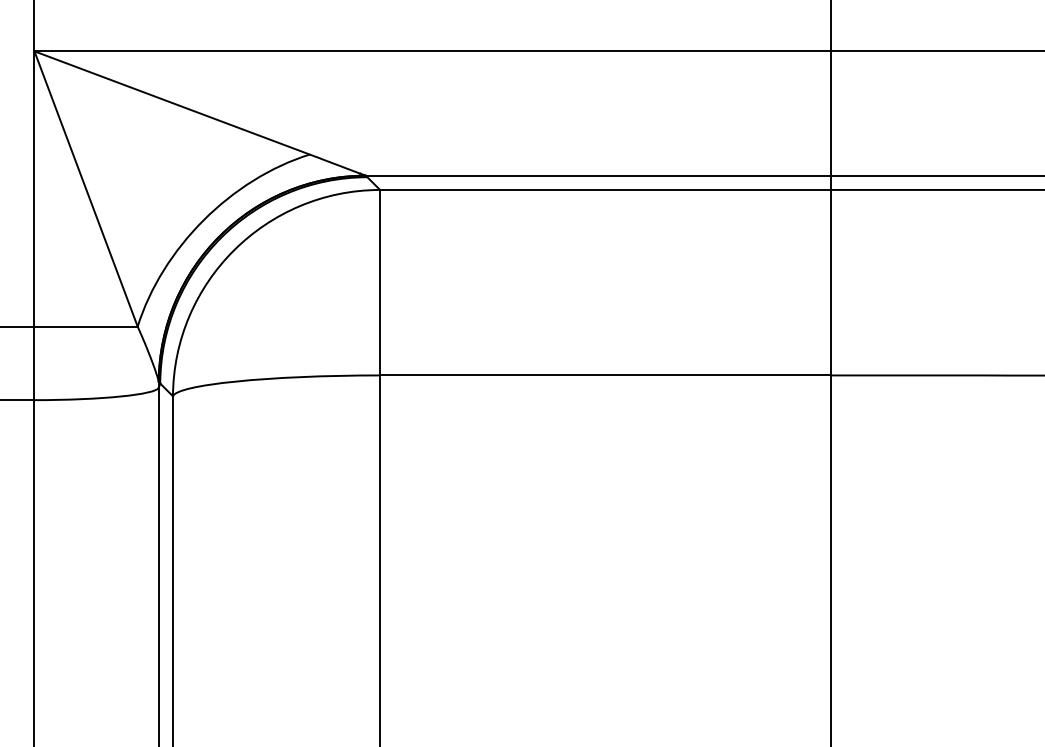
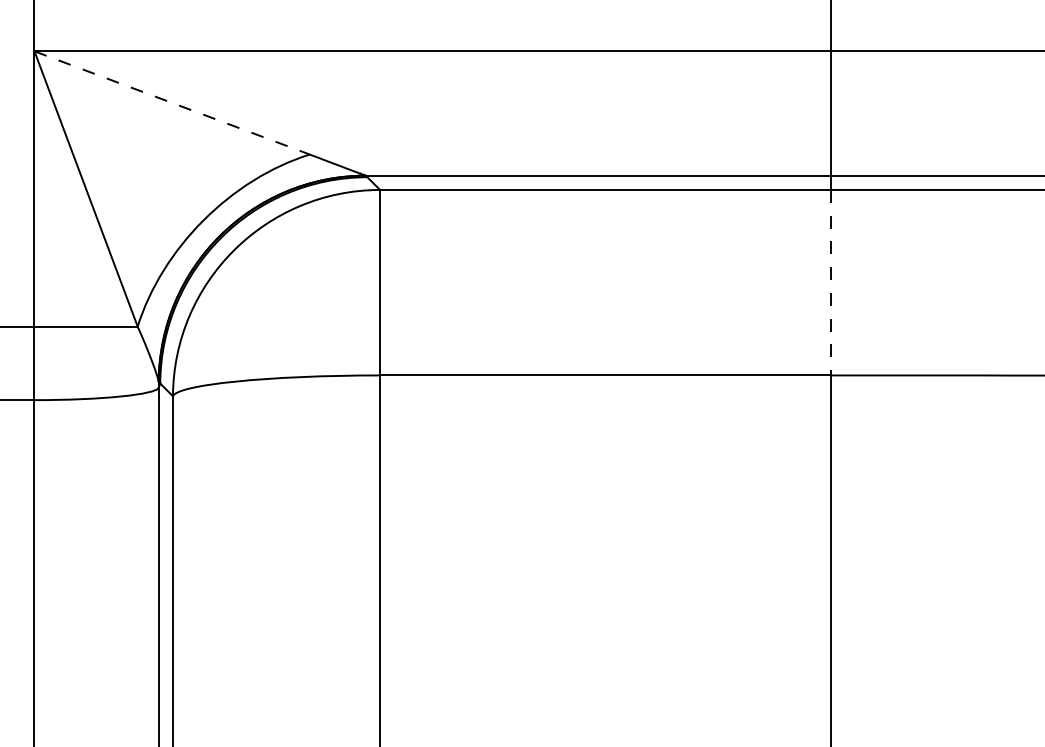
line at (172, 103): solid -> dashed
line at (830, 282): solid -> dashed
